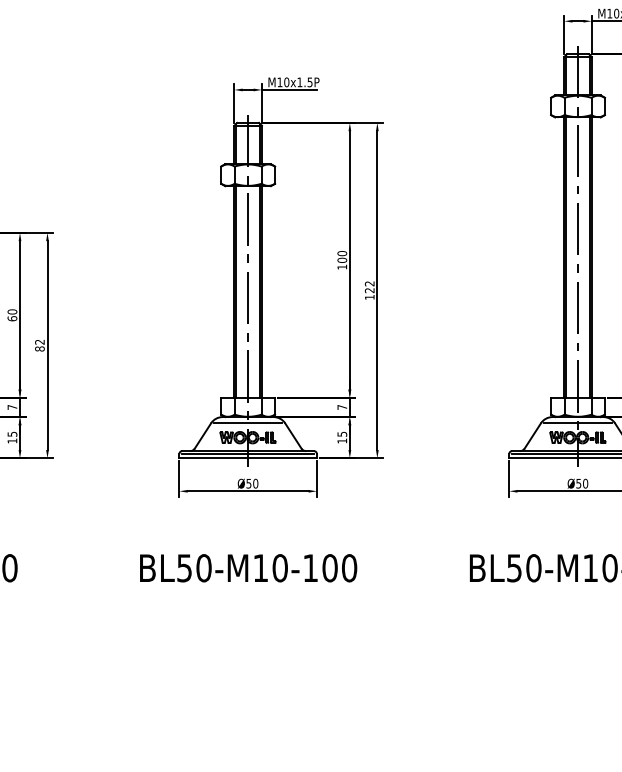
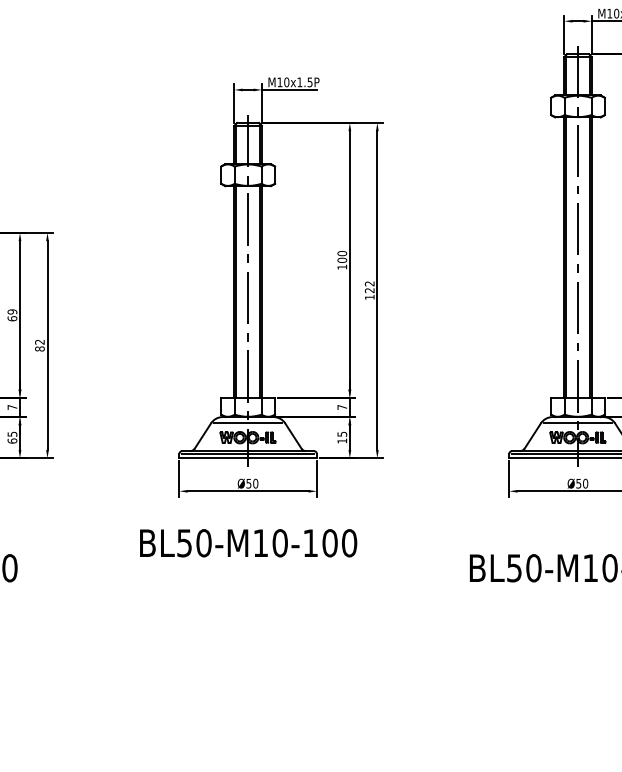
text at (12, 311): 60 -> 69
text at (12, 440): 15 -> 65
text at (248, 568) position: (248, 568) -> (248, 543)
